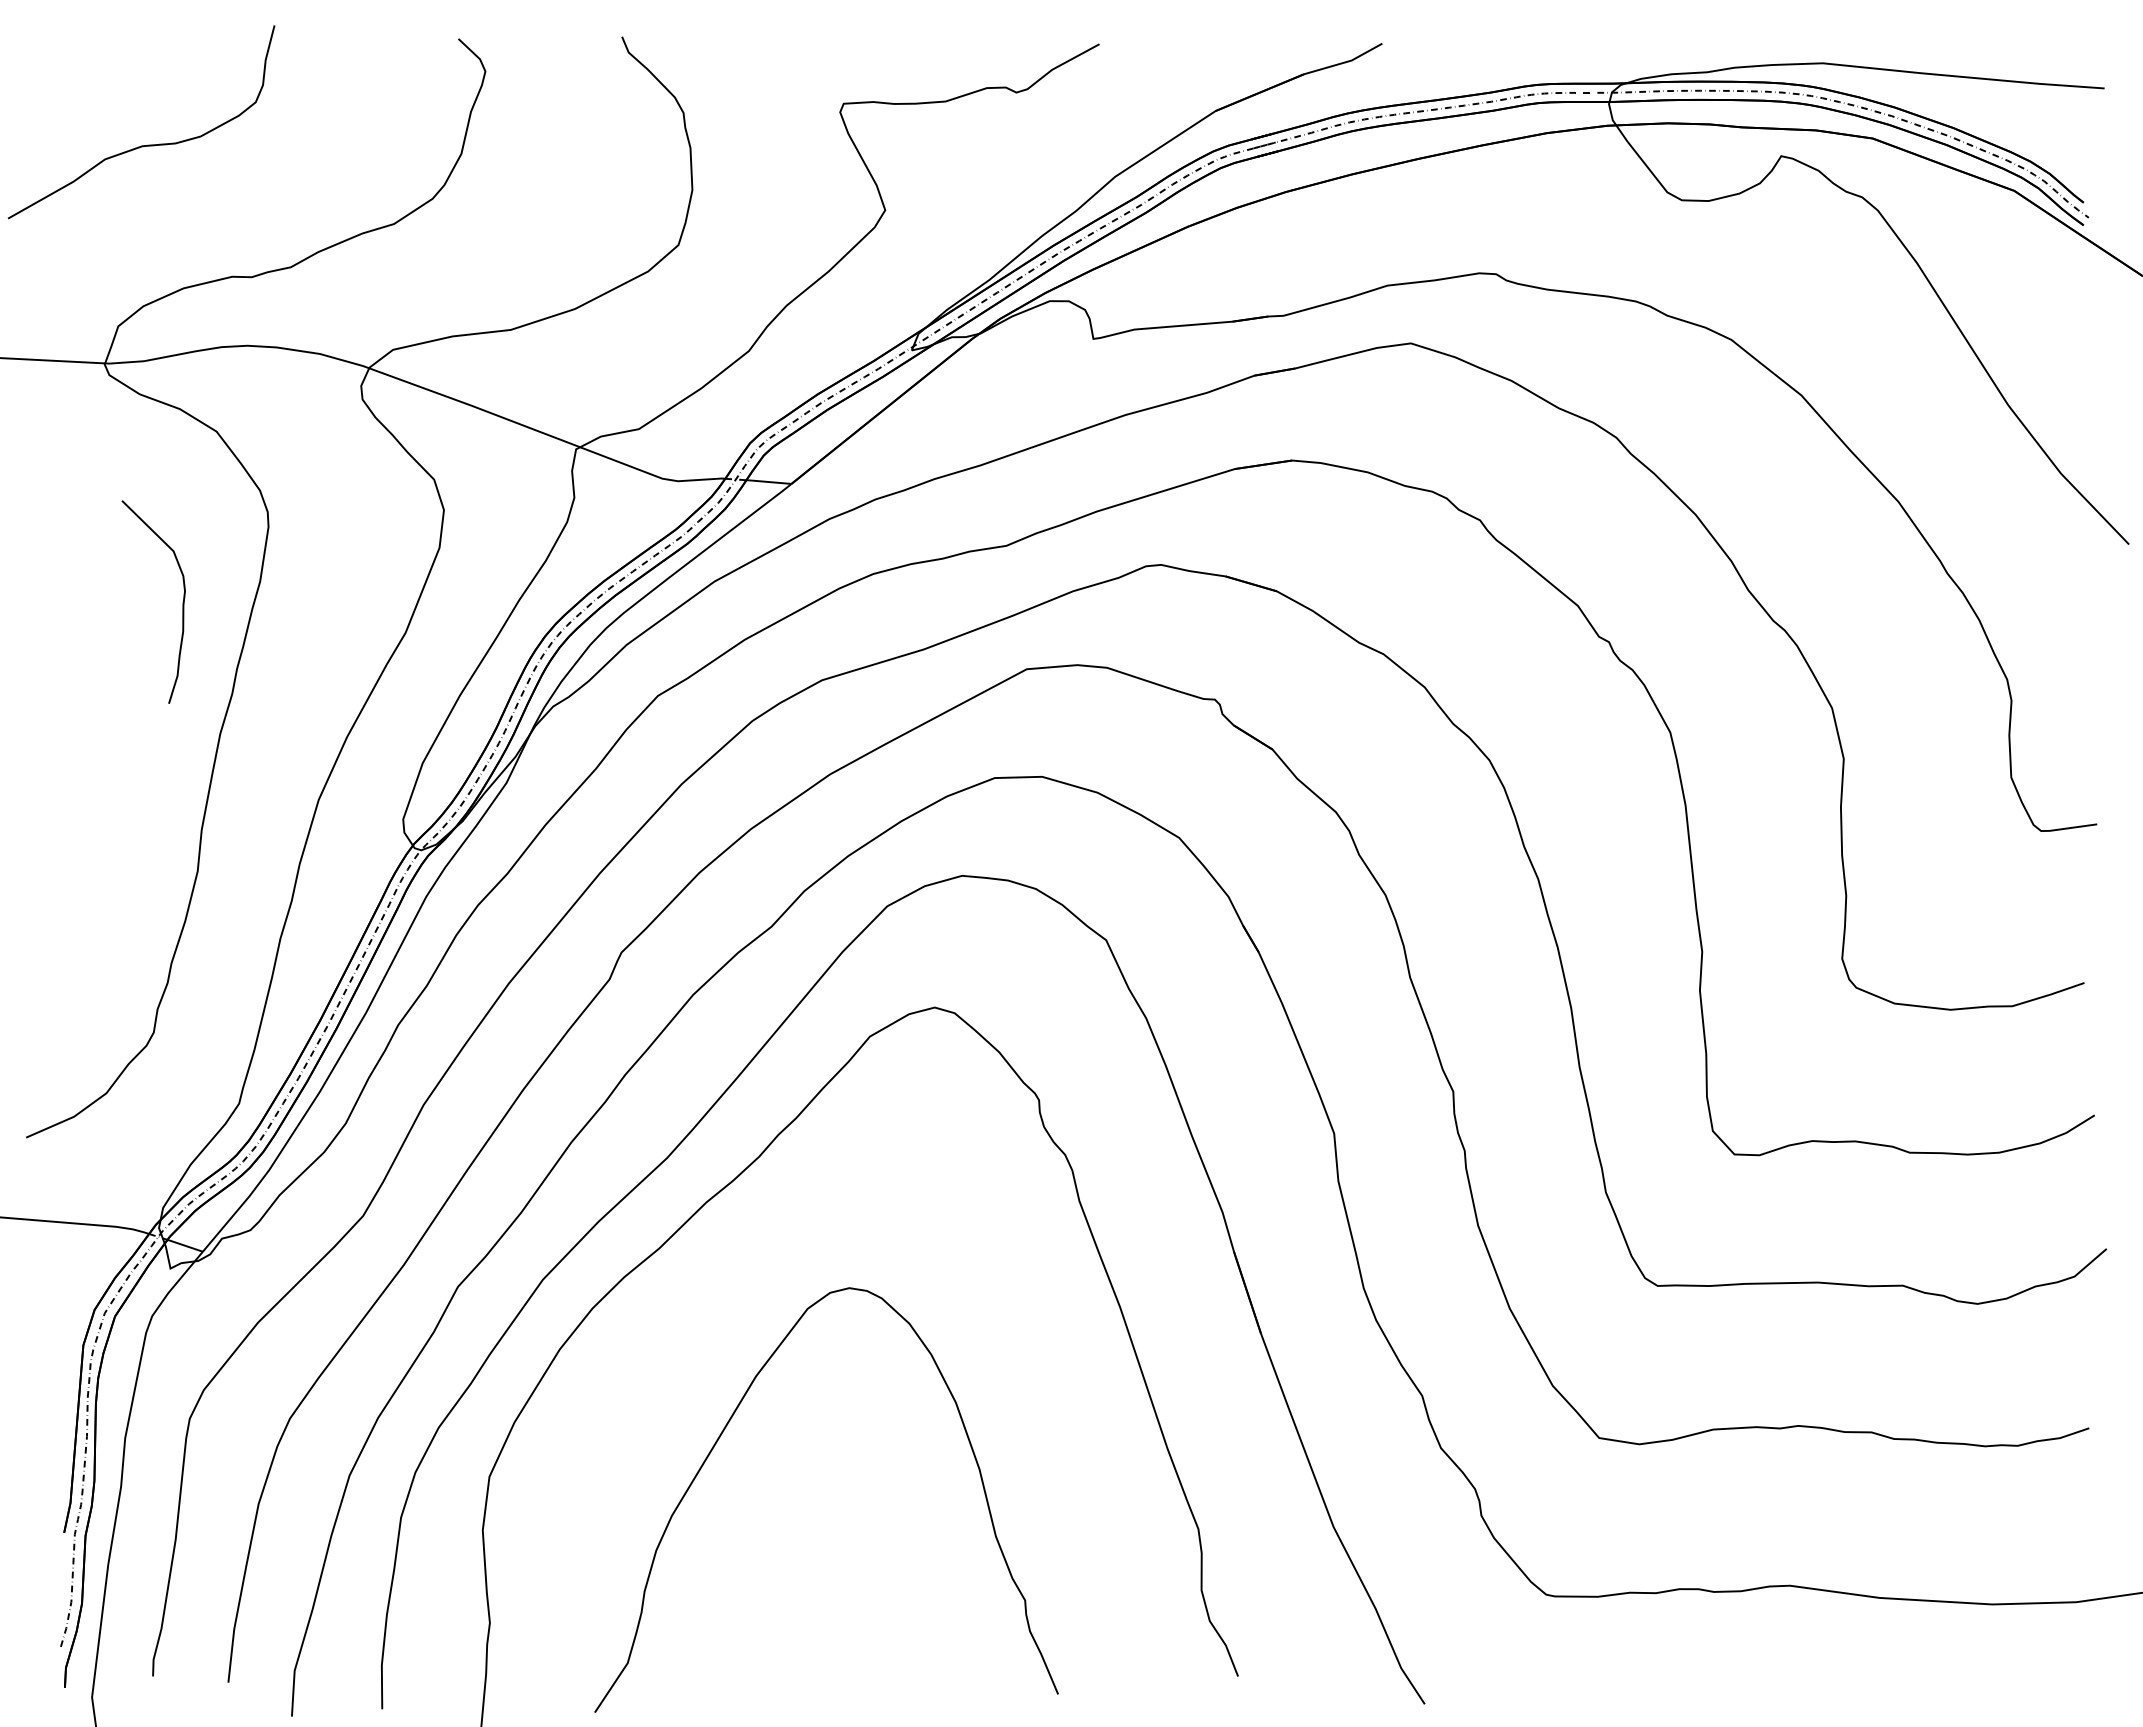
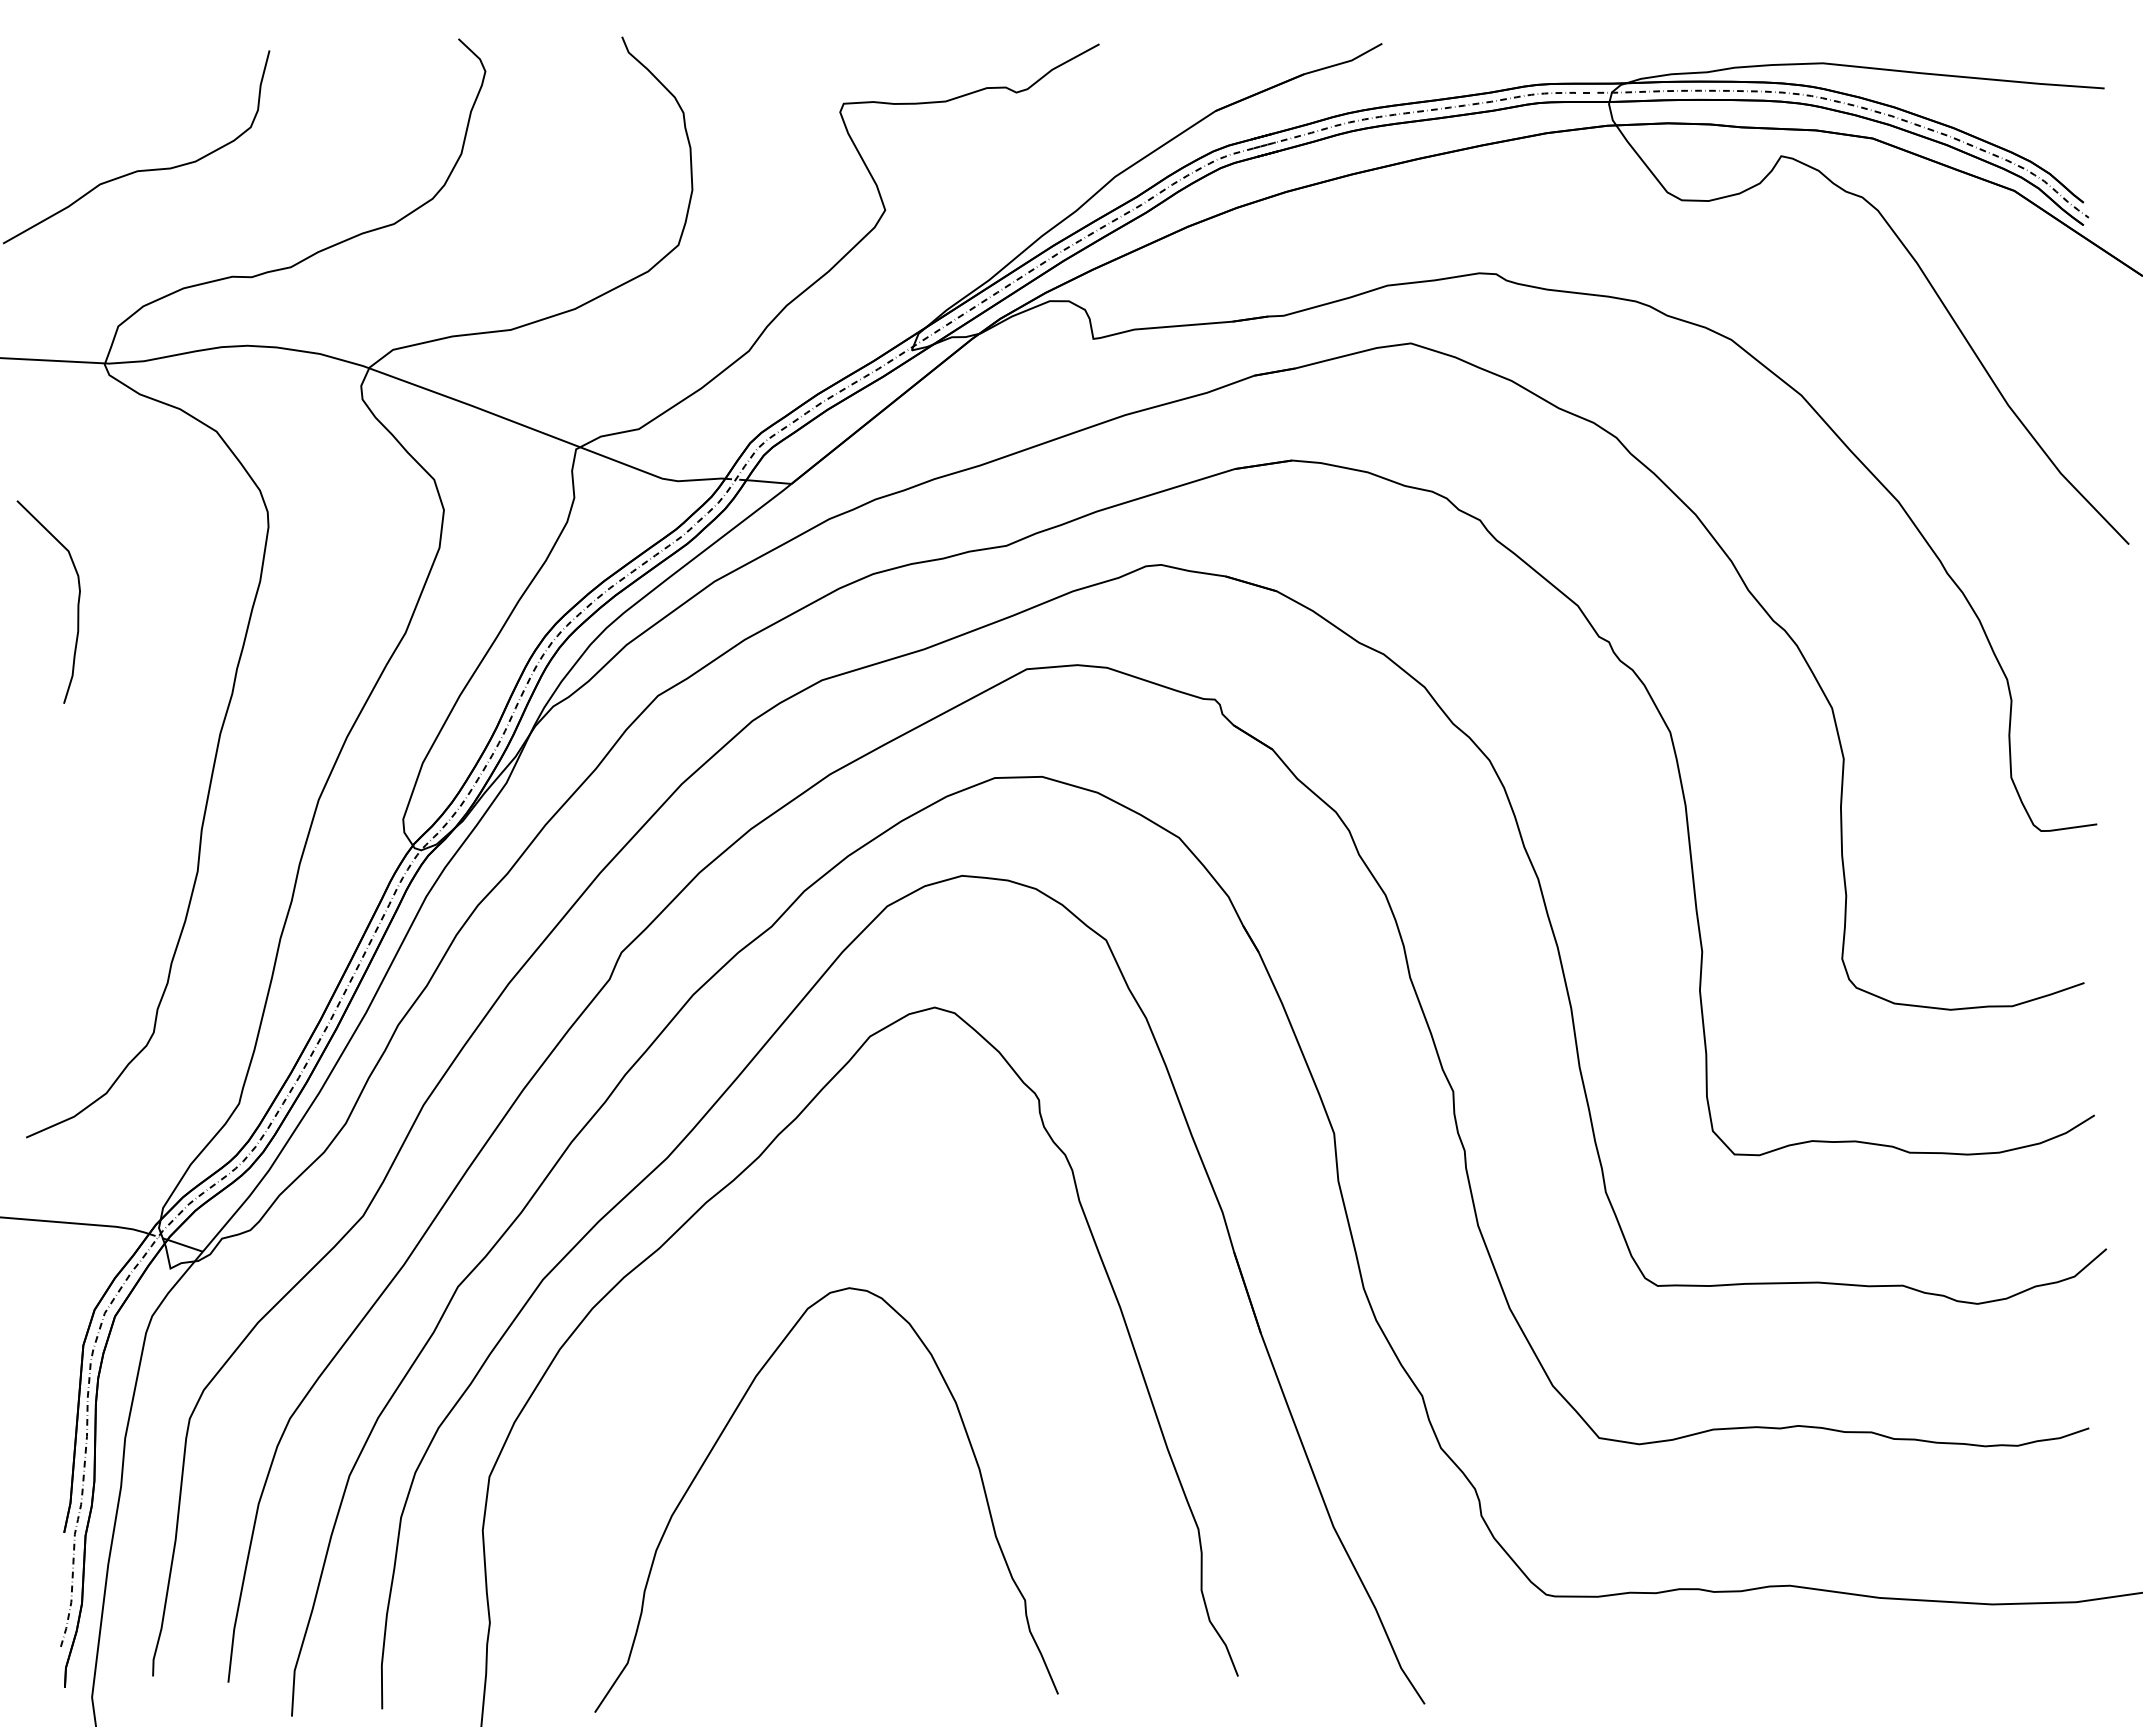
curve at (147, 144) position: (147, 144) -> (142, 169)
curve at (182, 602) position: (182, 602) -> (77, 602)
